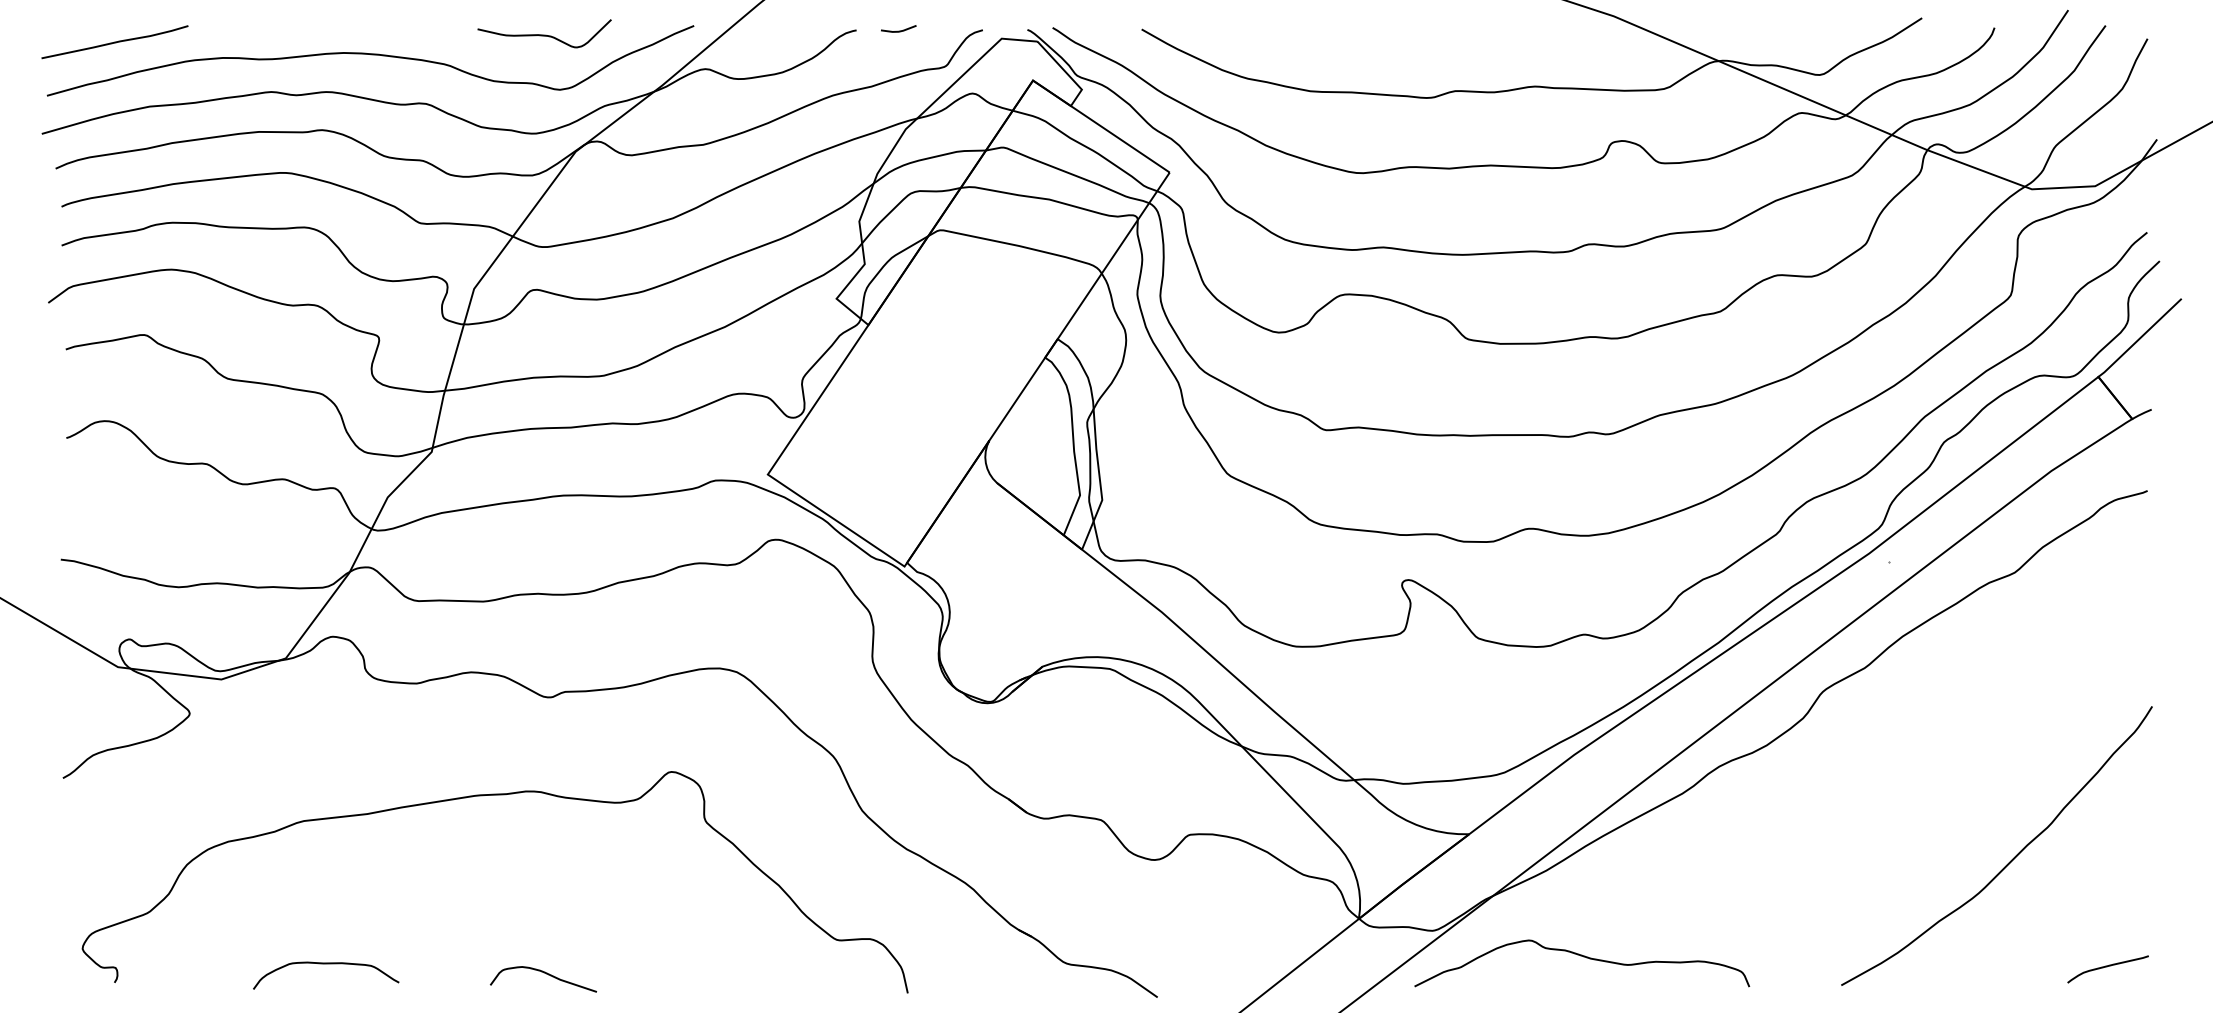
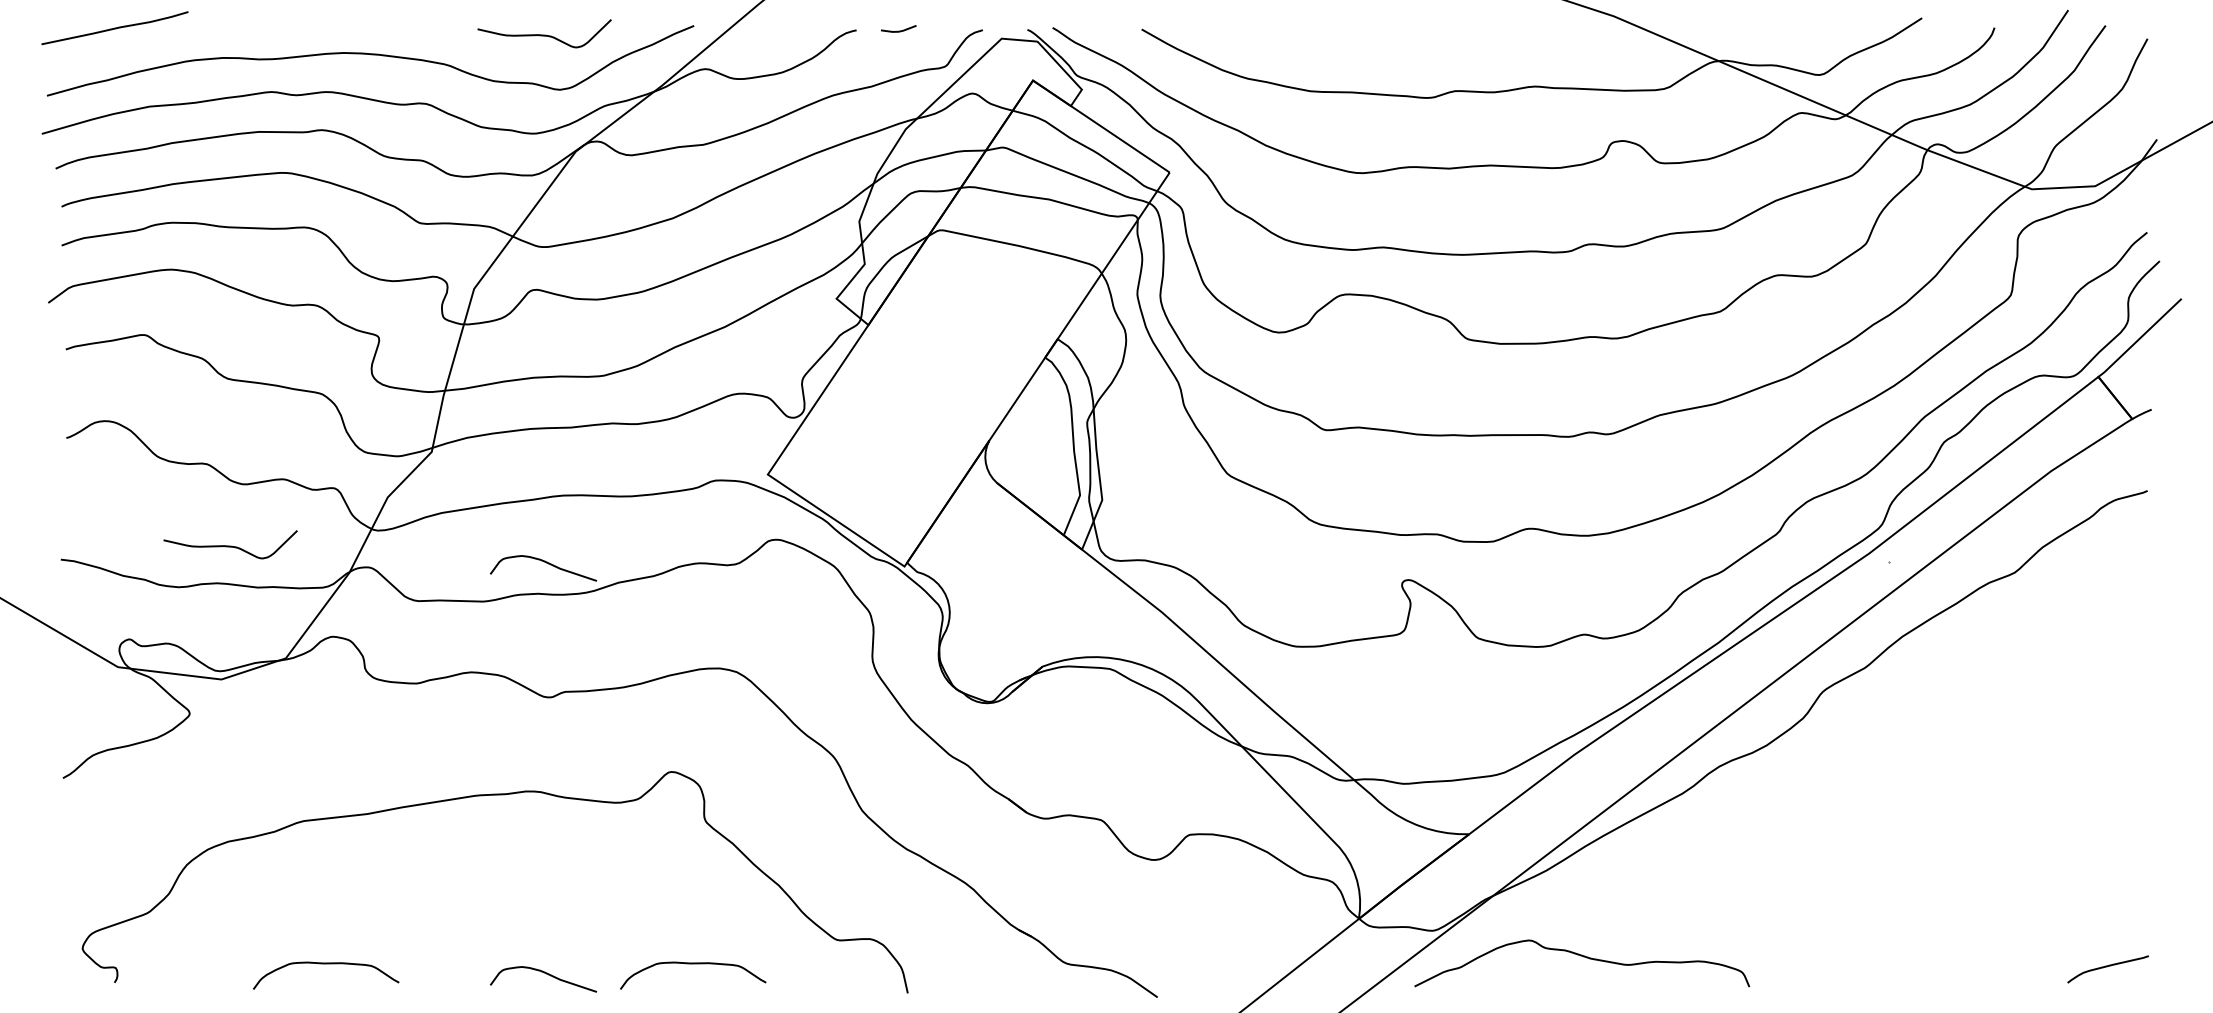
curve at (114, 42) position: (114, 42) -> (114, 28)
curve at (230, 545): none -> present
curve at (546, 563): none -> present
curve at (2011, 859): present -> none
curve at (693, 964): none -> present
